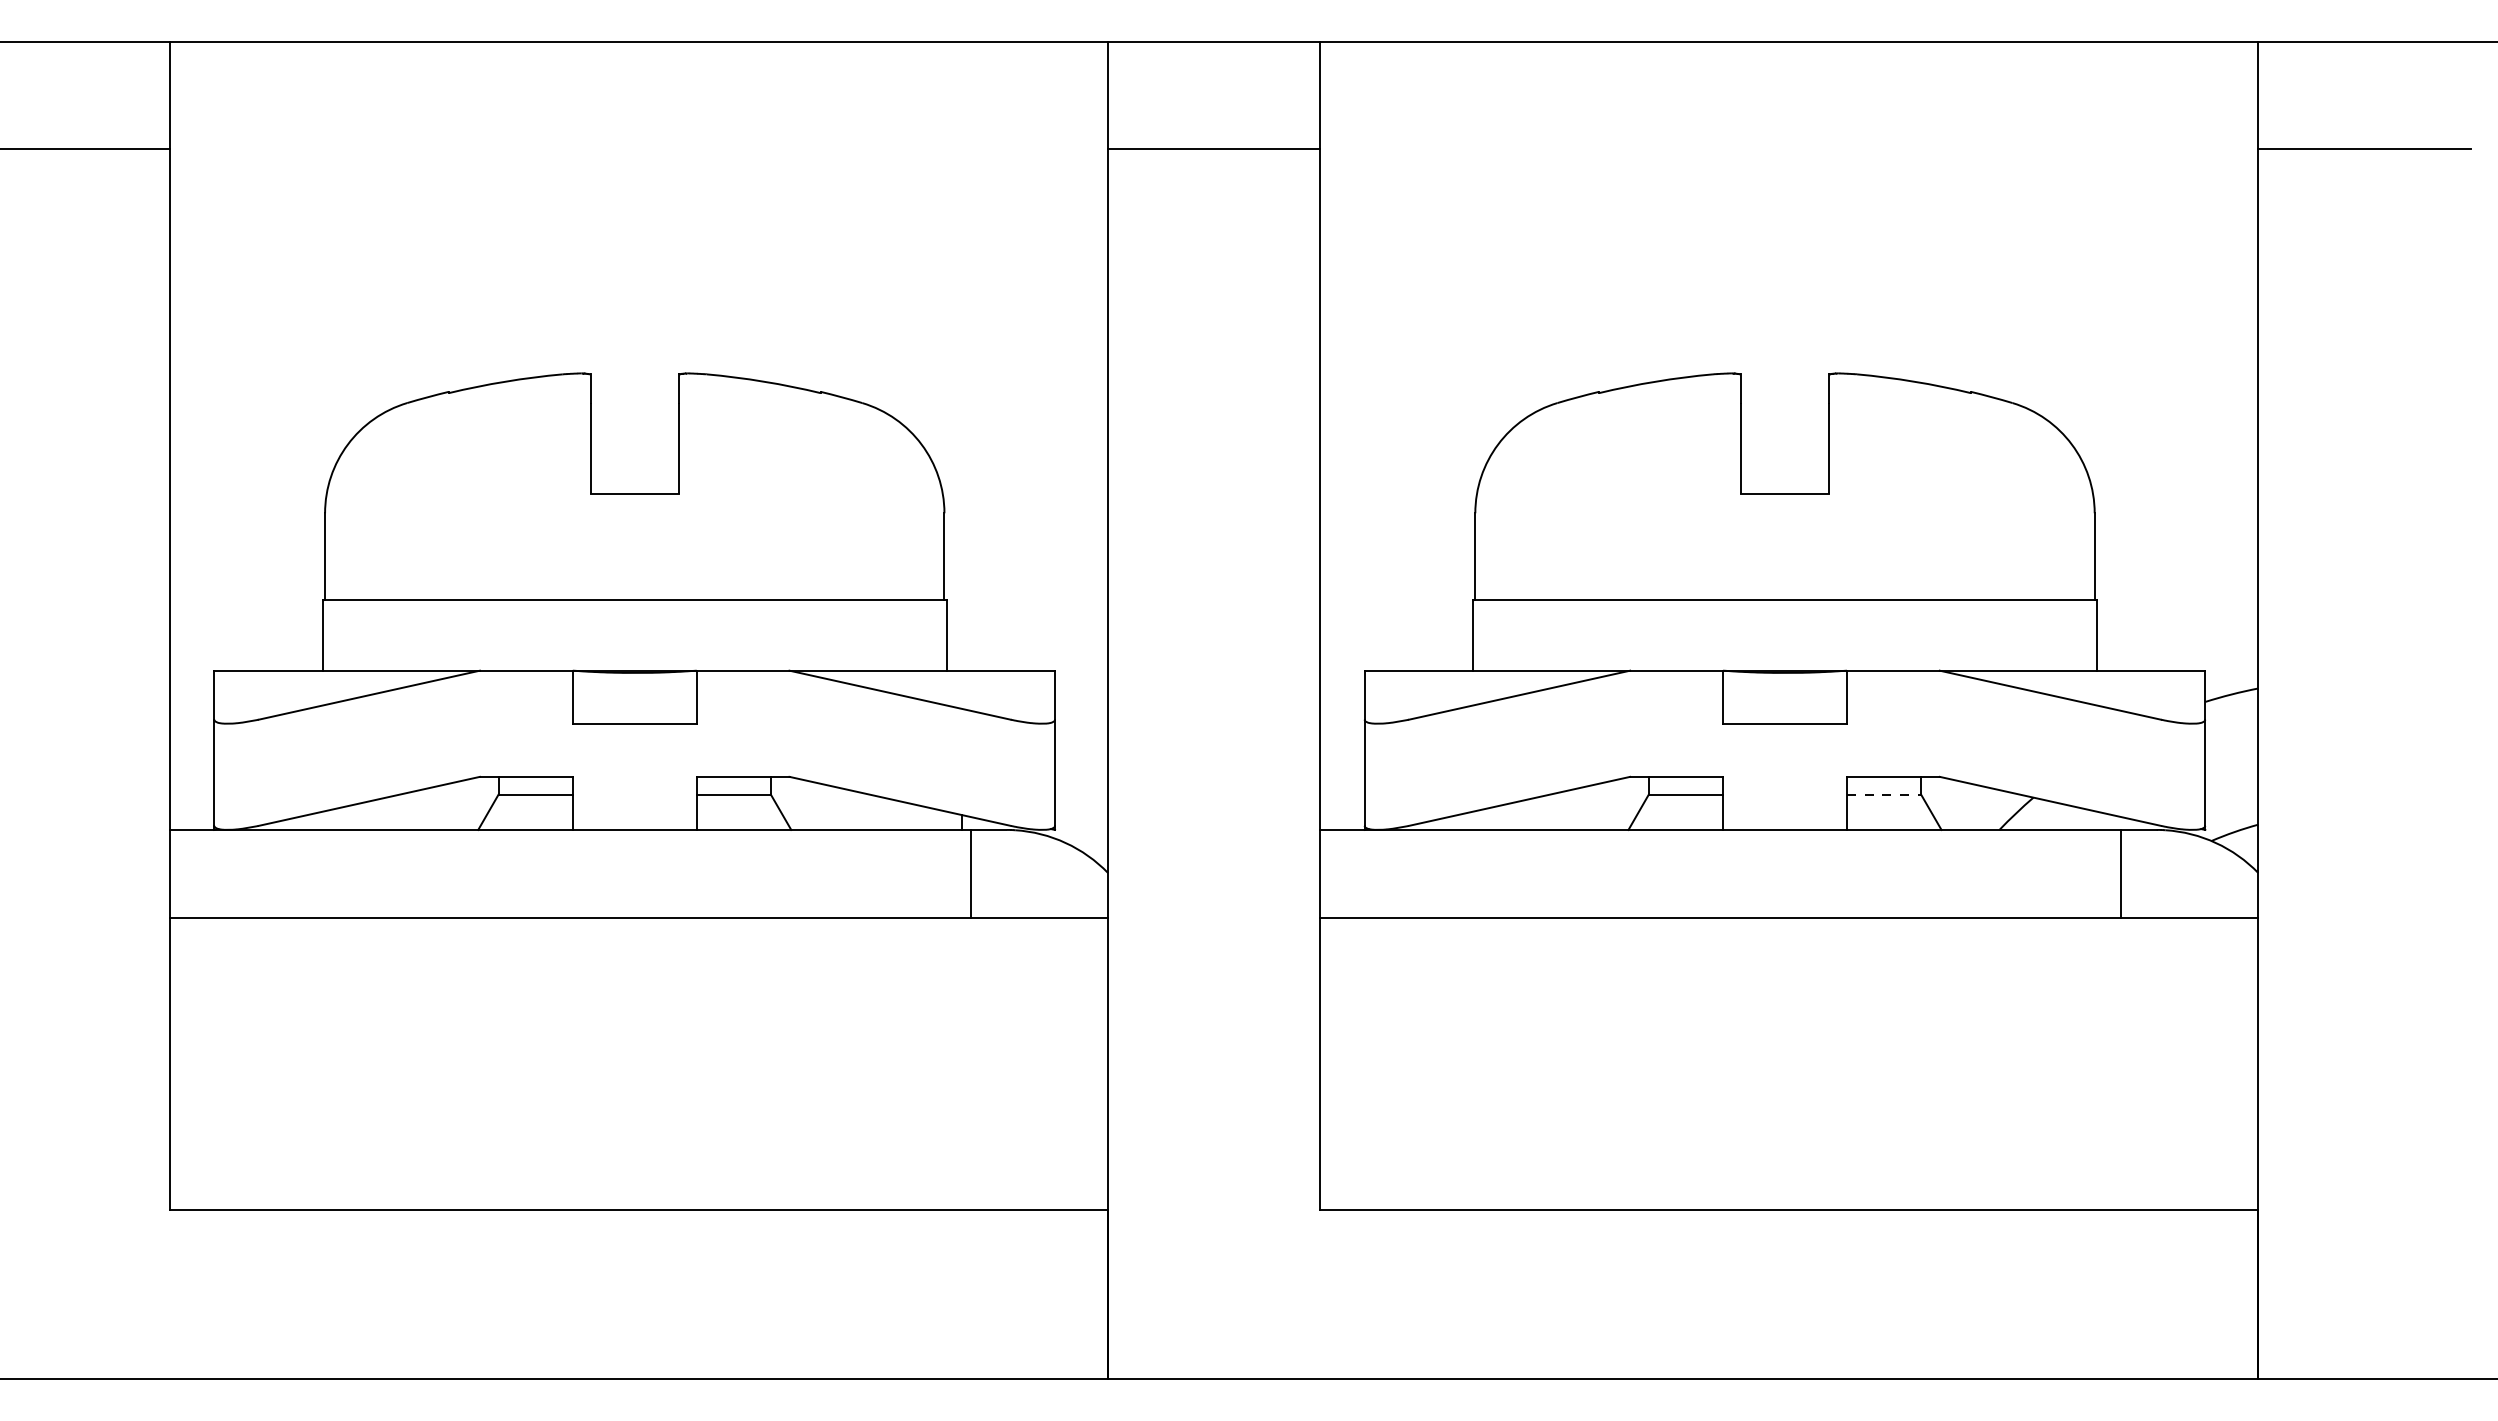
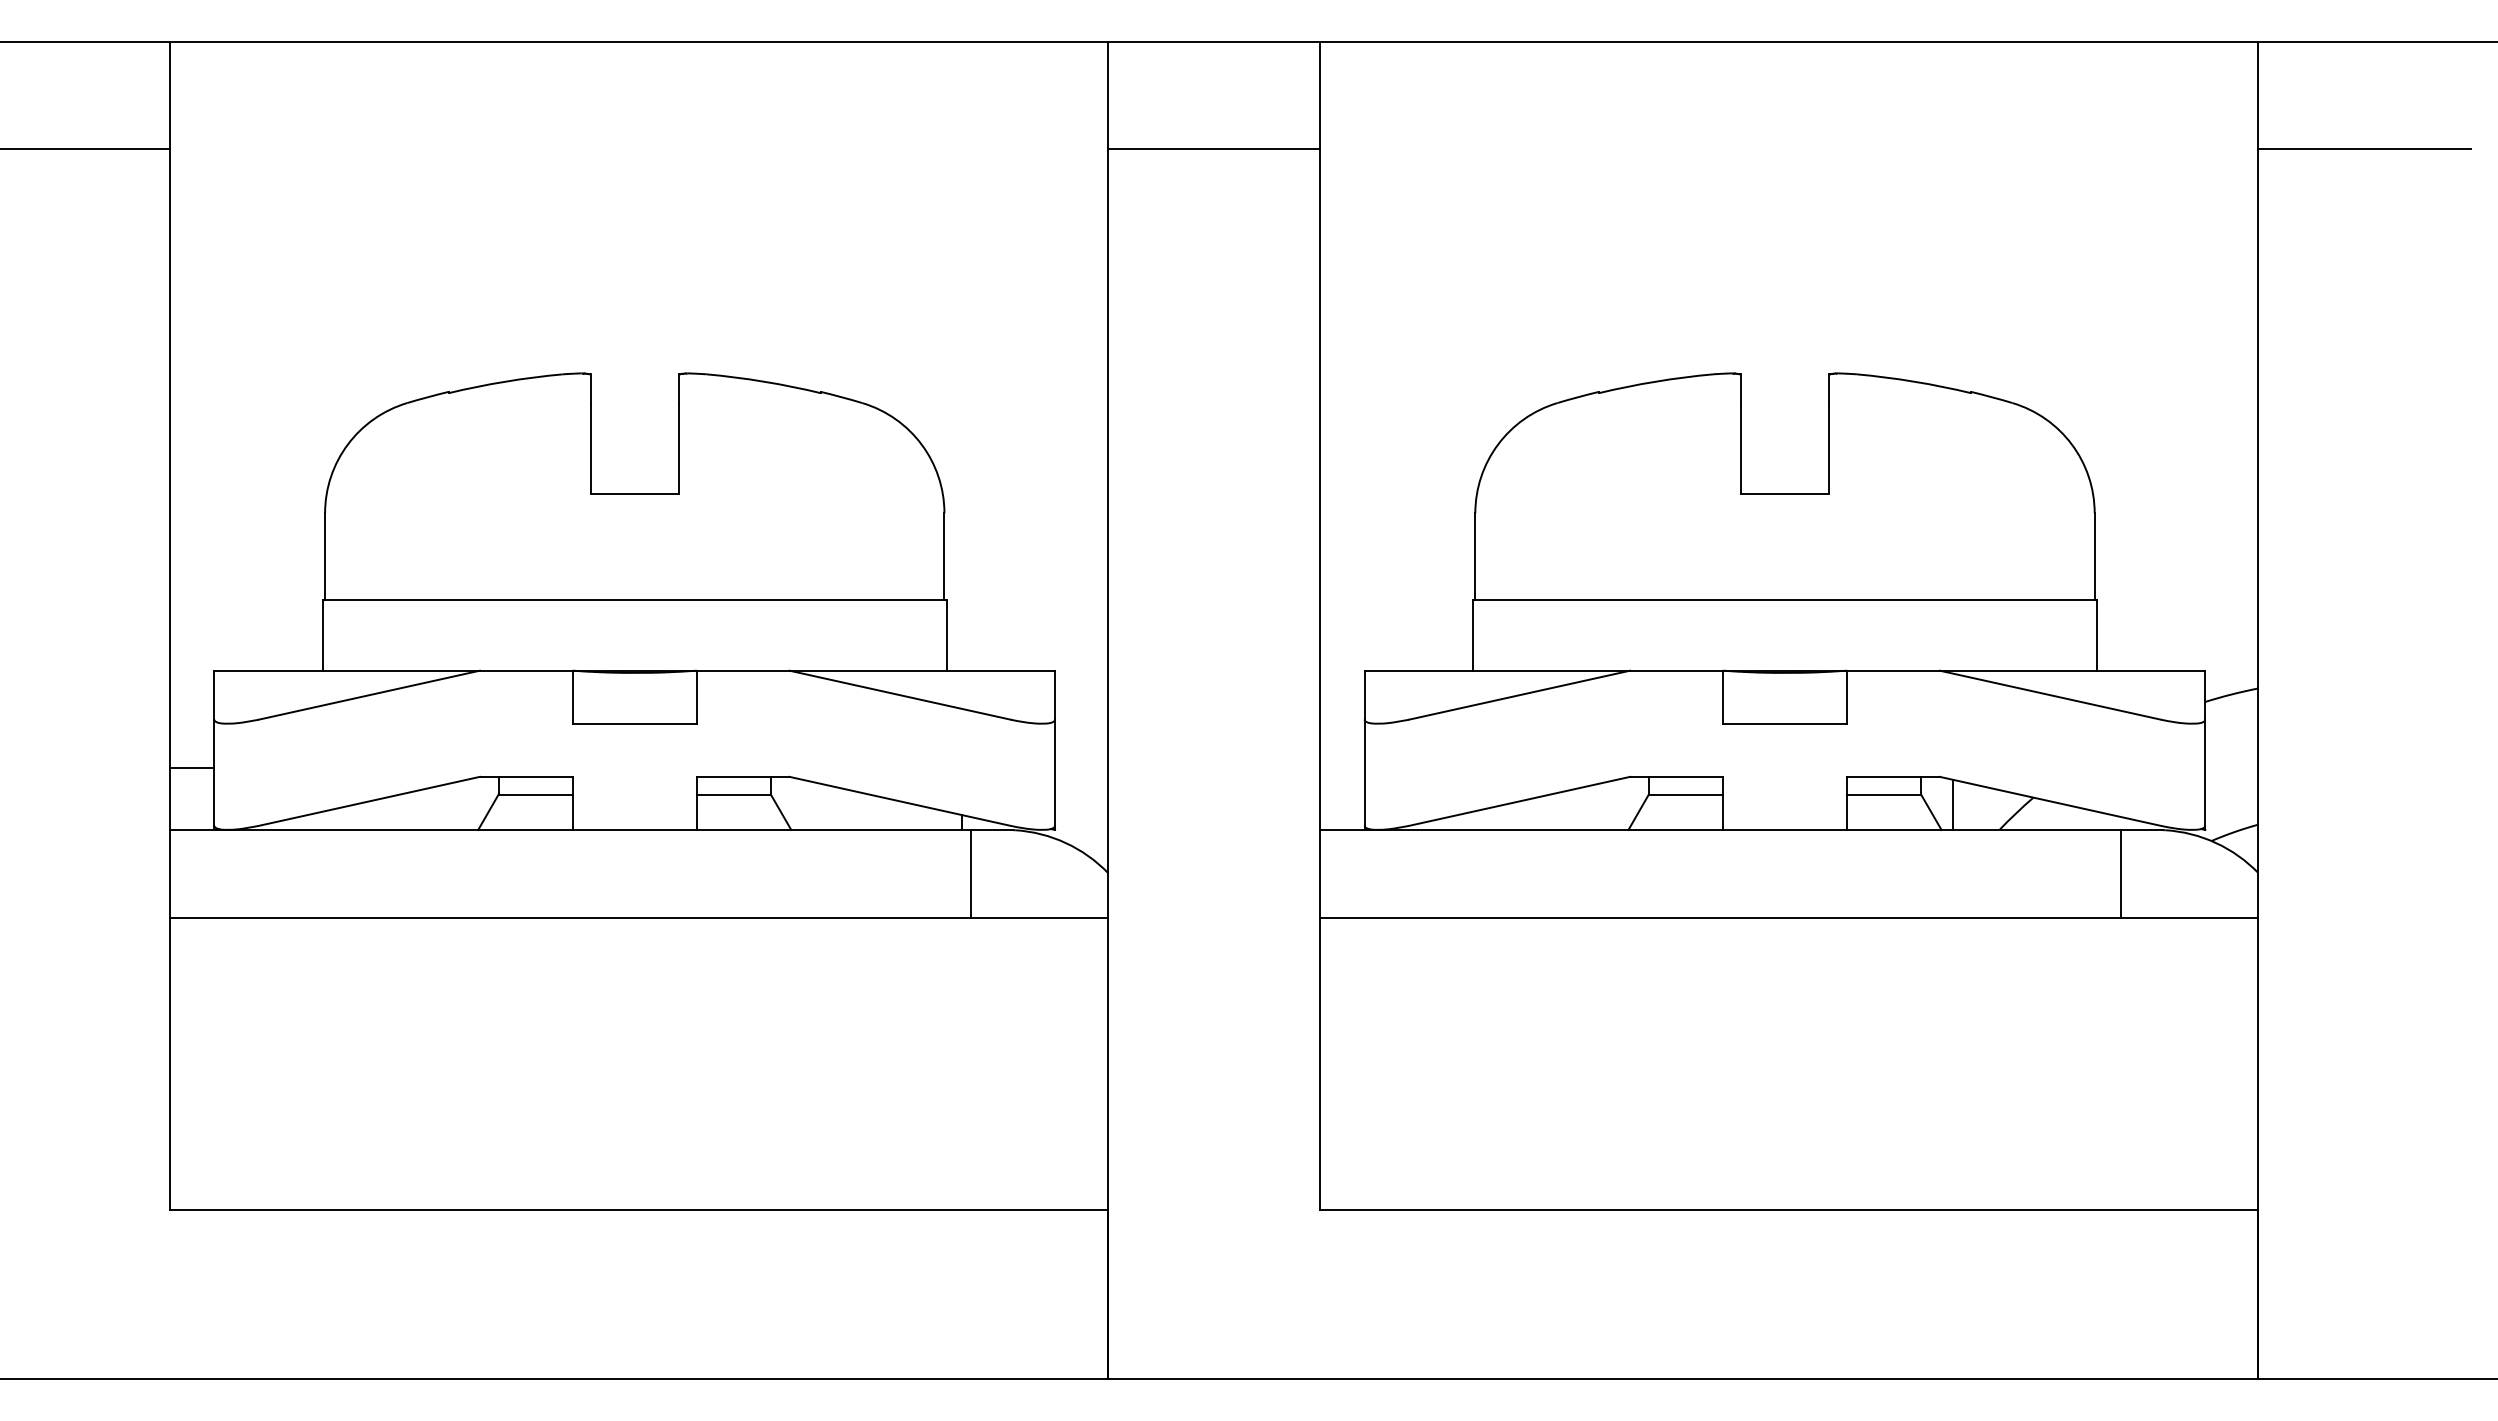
line at (192, 768): none -> present
line at (1884, 794): dashed -> solid
line at (1953, 804): none -> present
